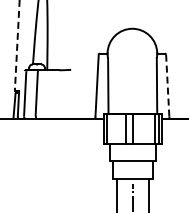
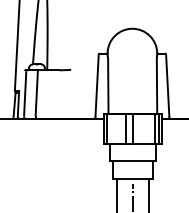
line at (17, 46): dashed -> solid
line at (167, 85): dashed -> solid
